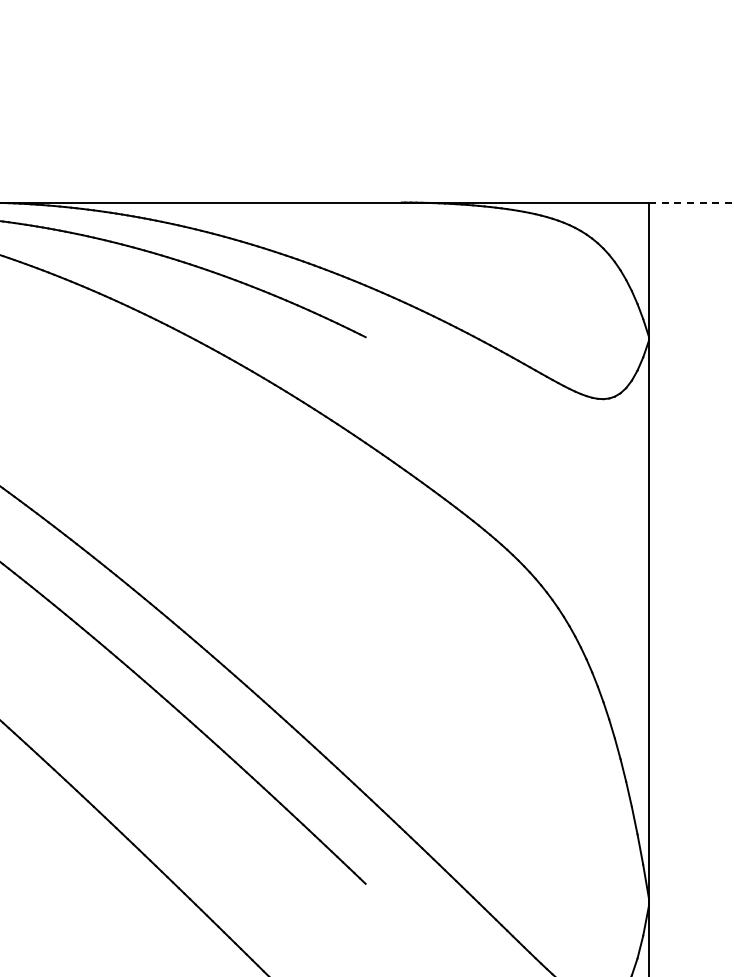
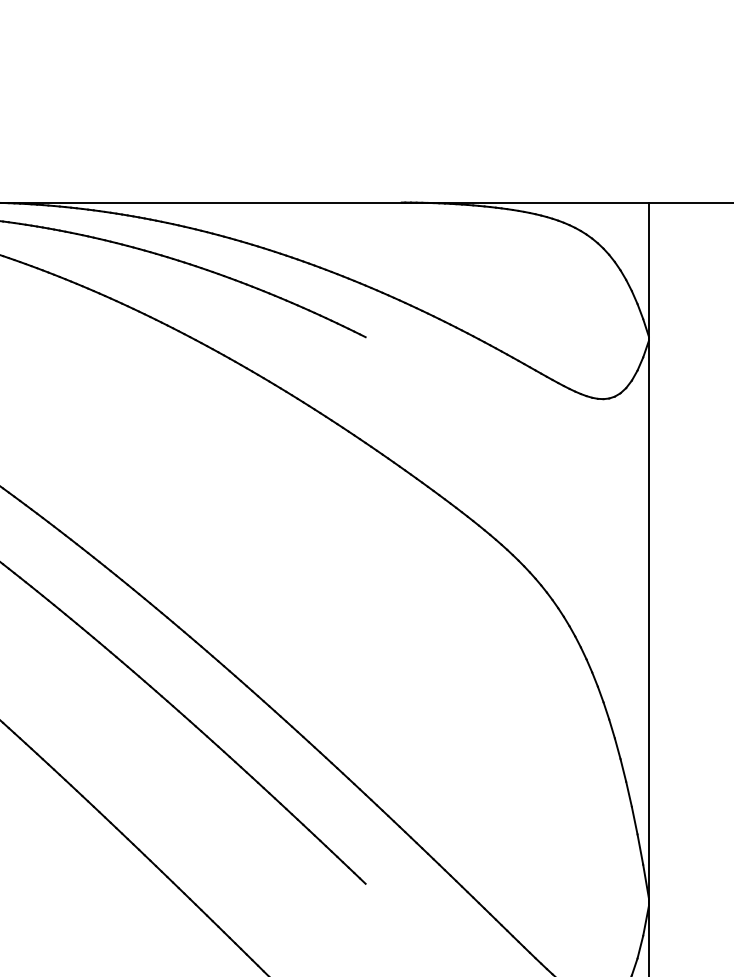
line at (691, 202): dashed -> solid
